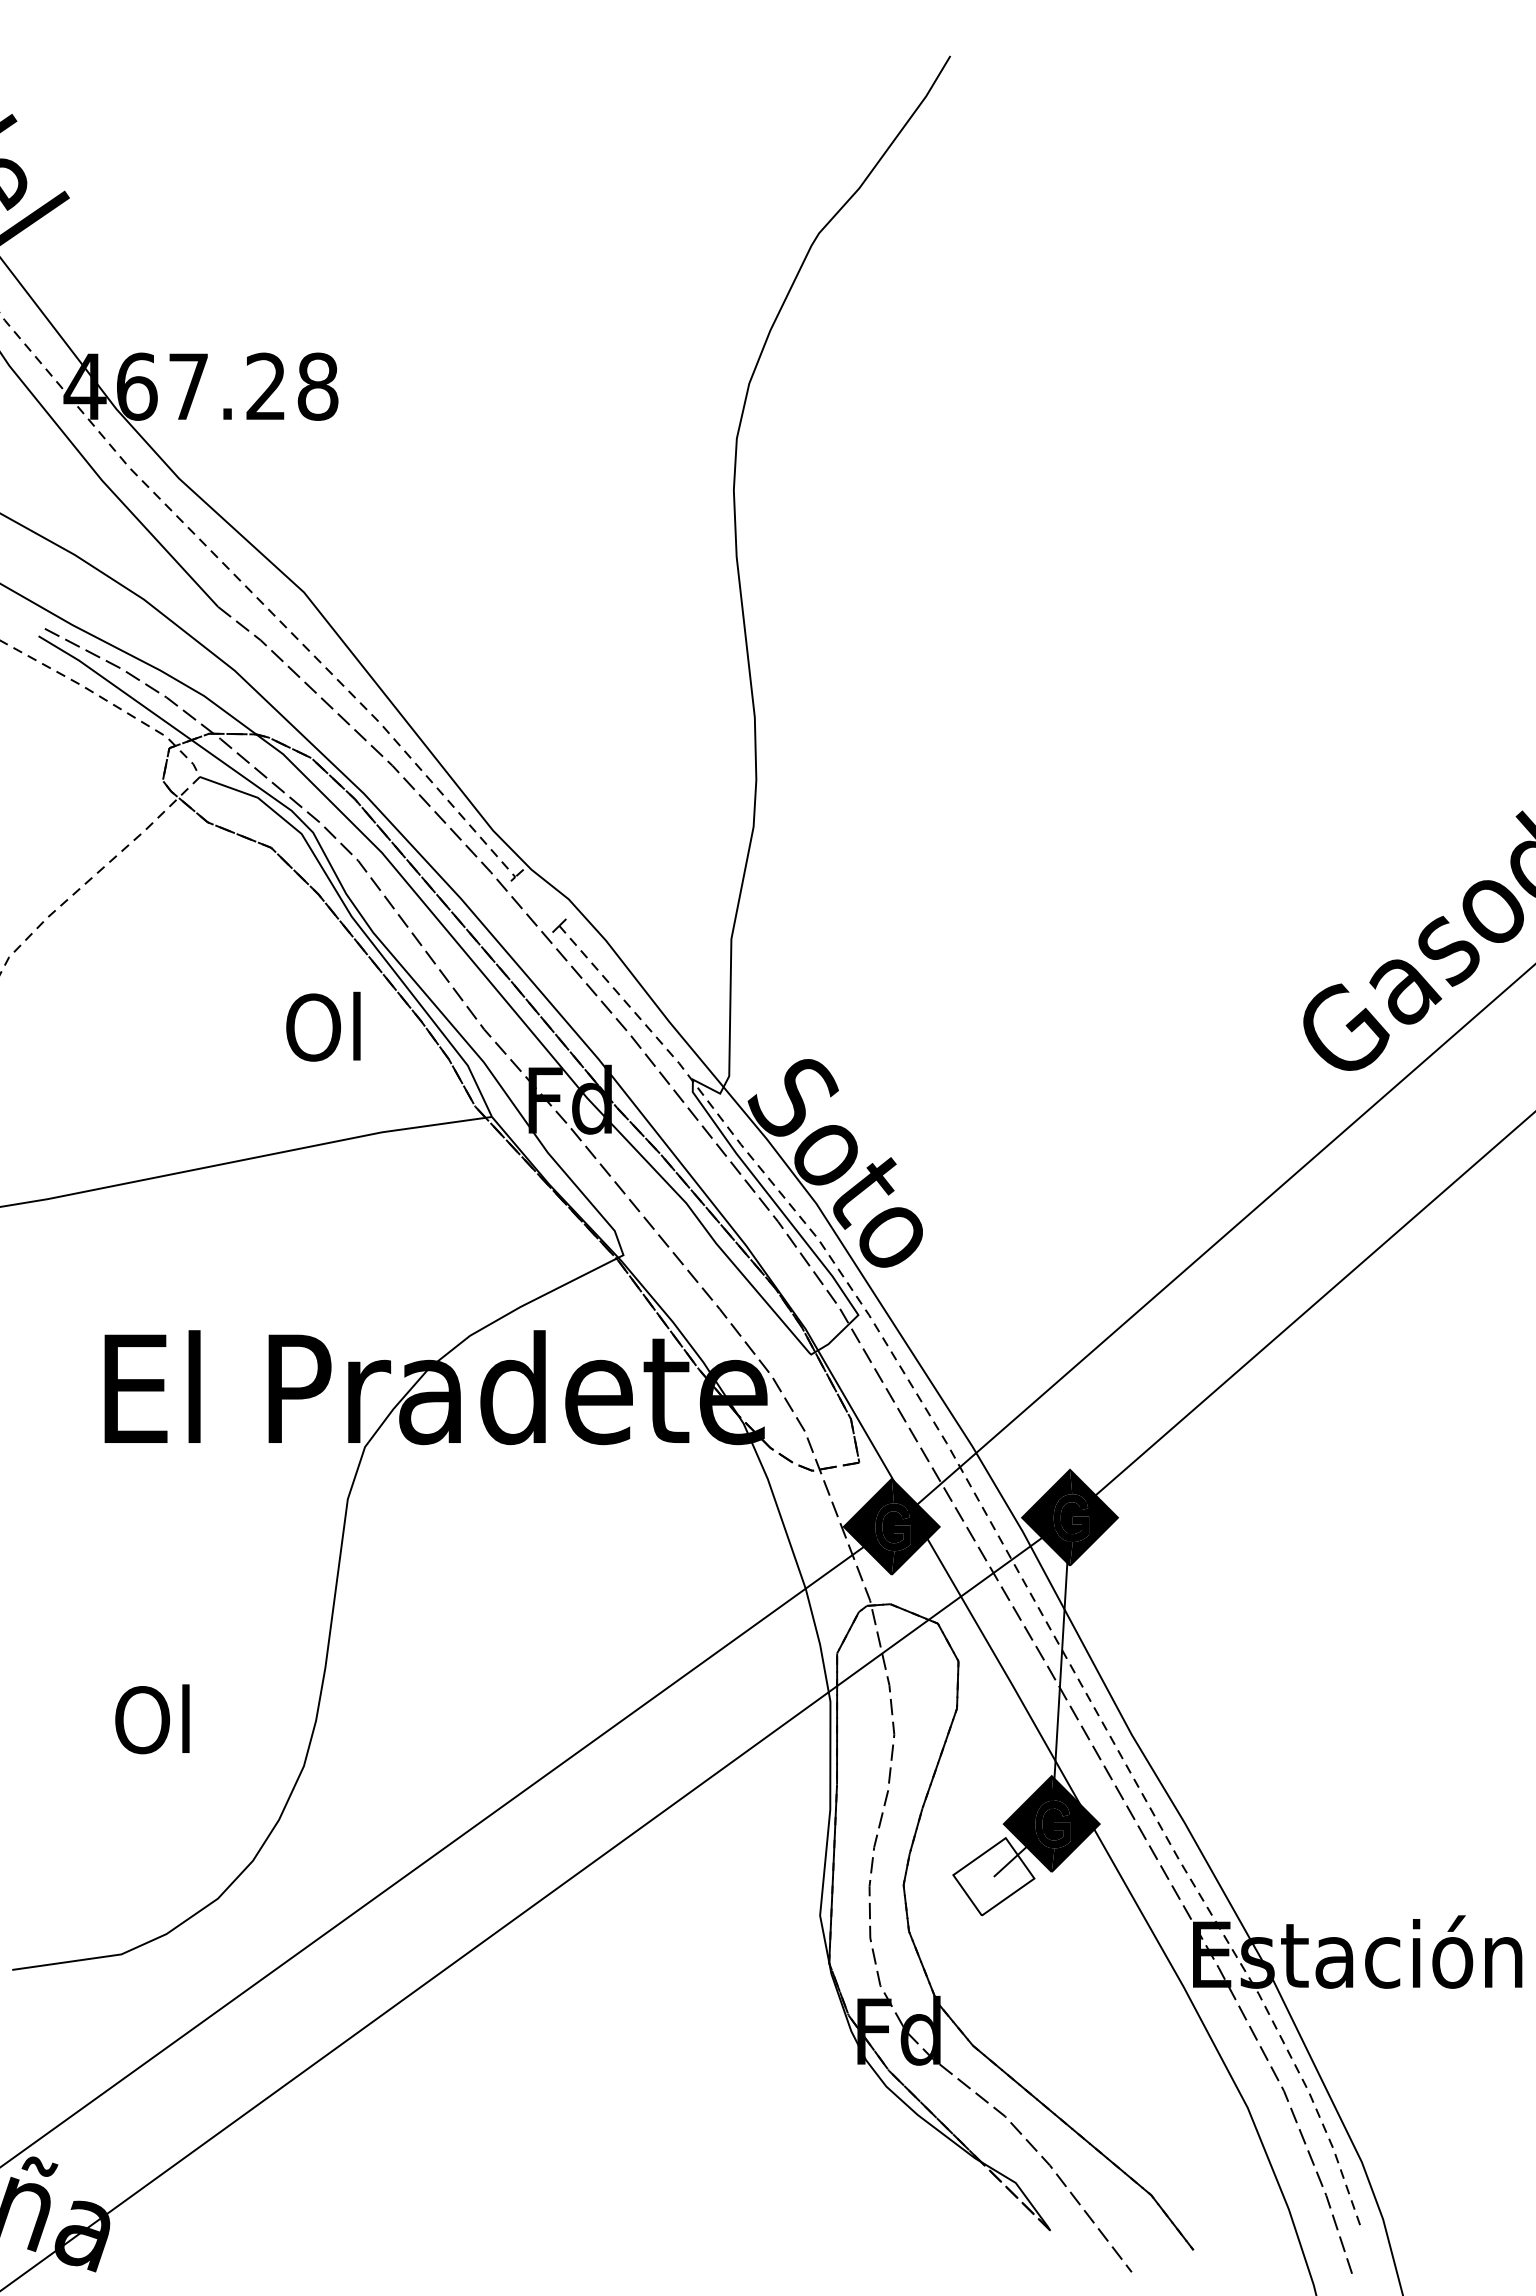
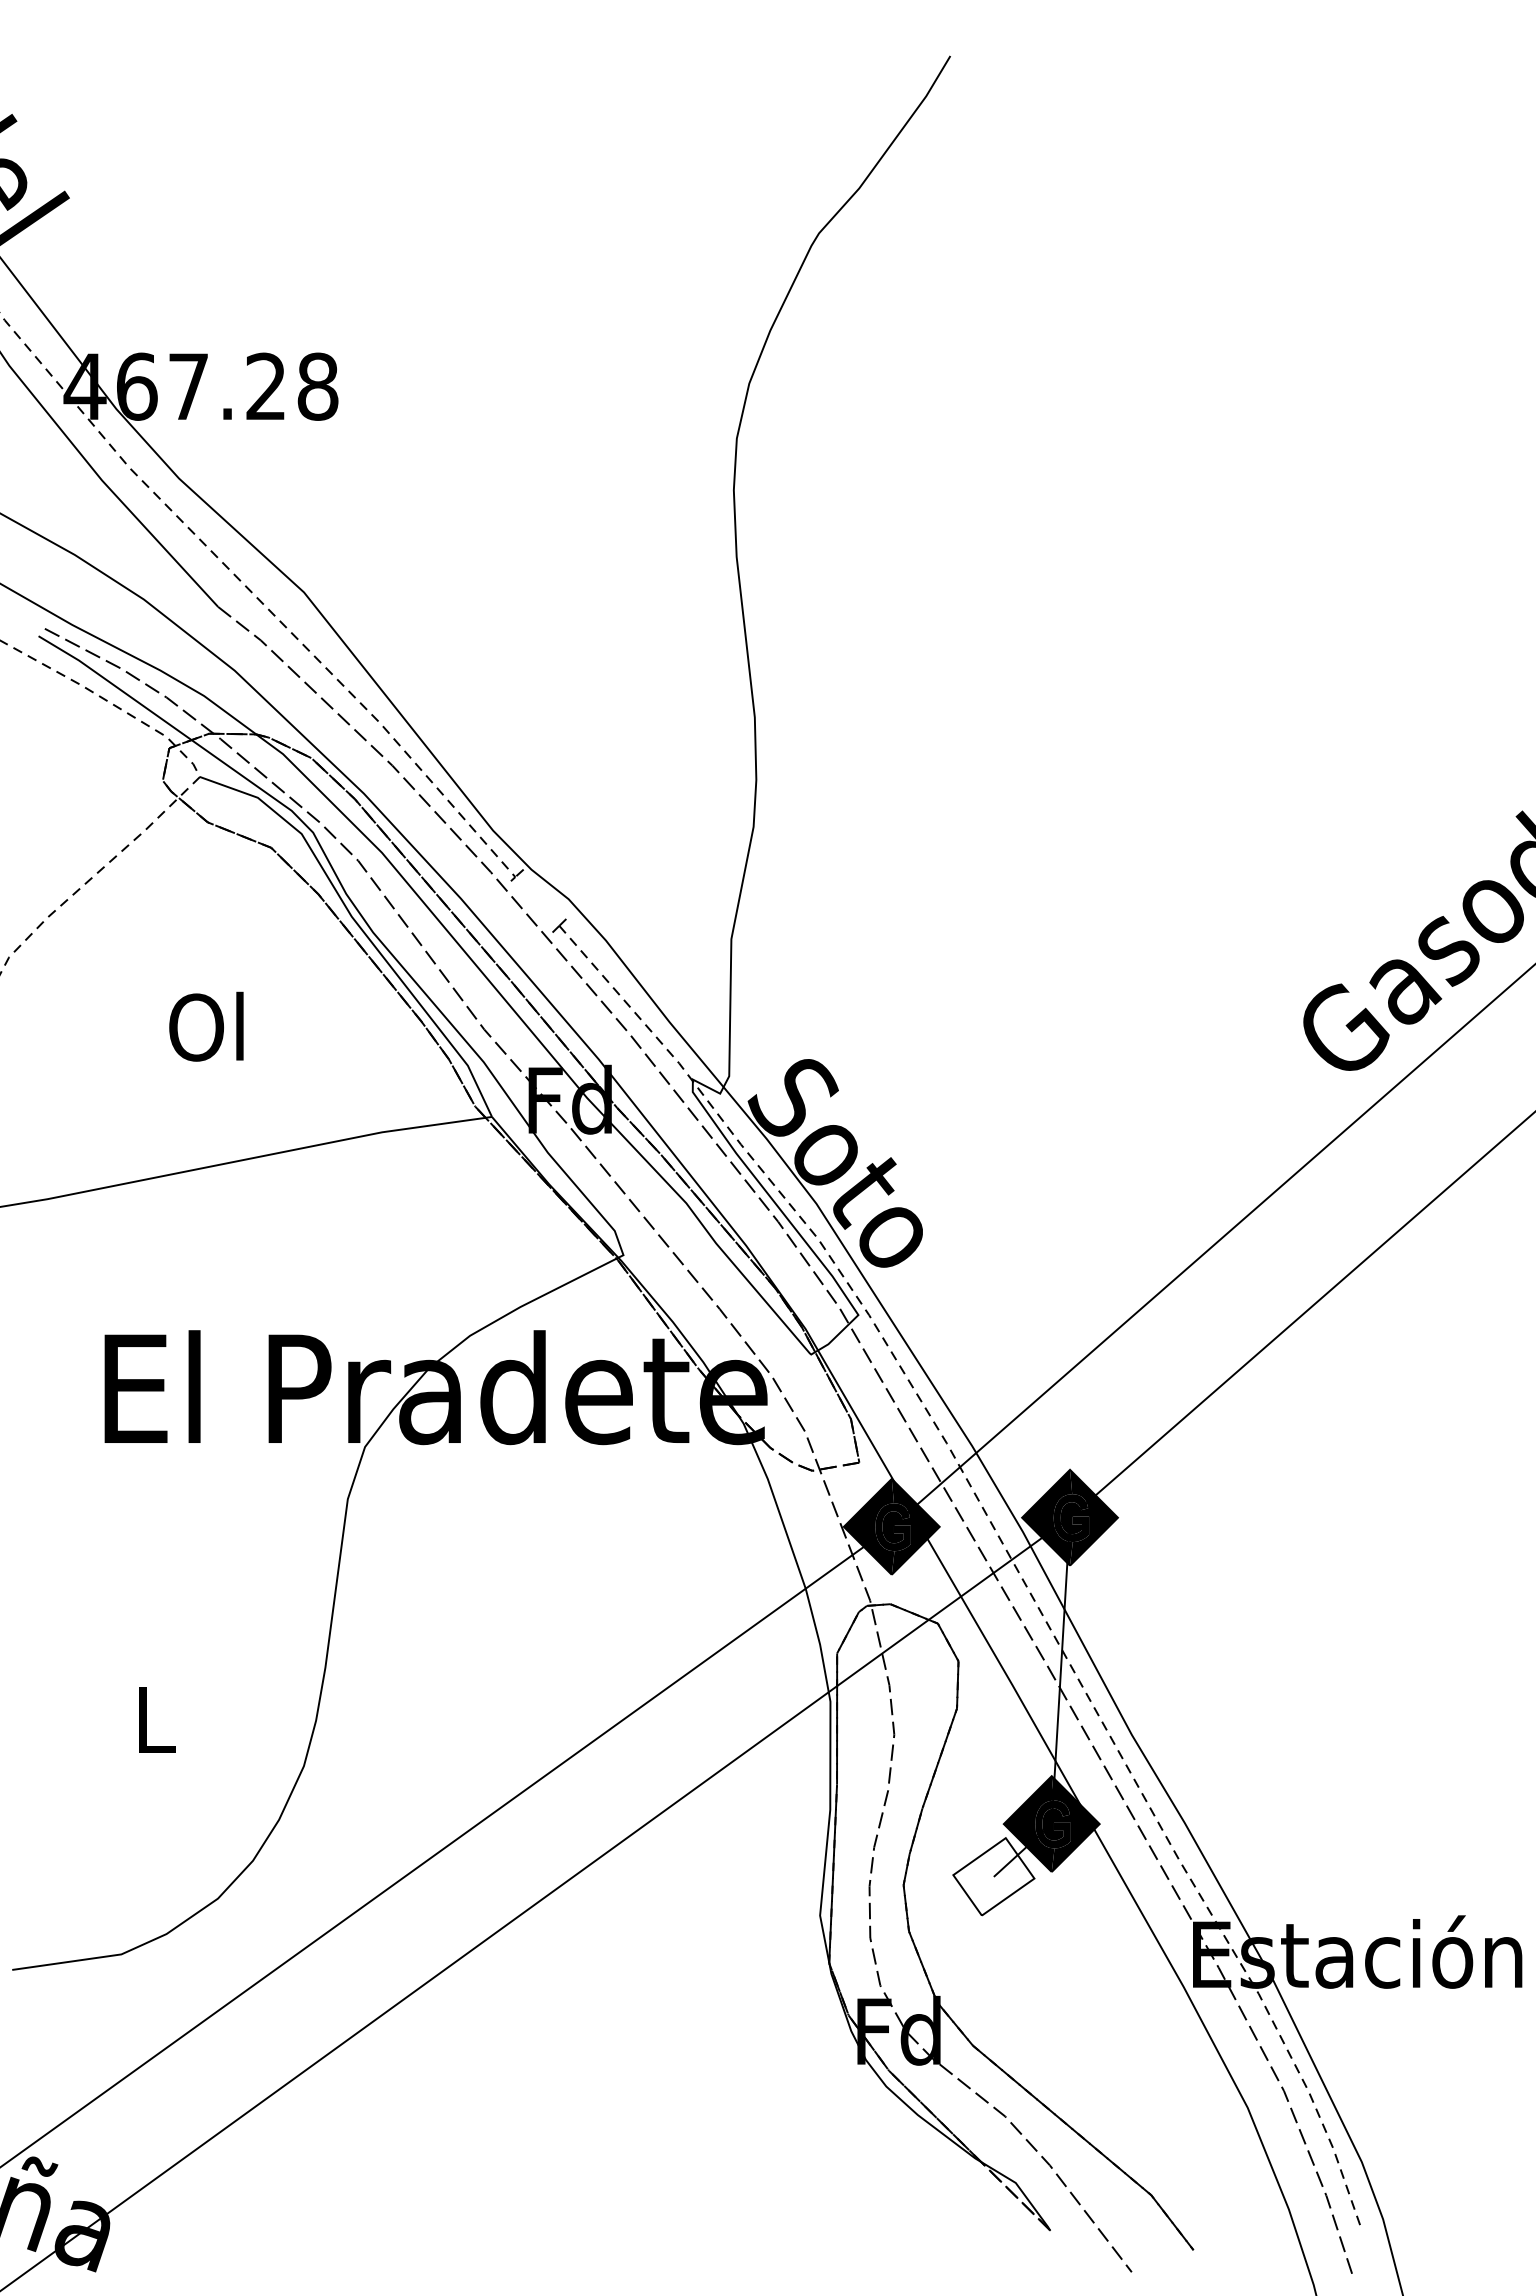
text at (323, 1026) position: (323, 1026) -> (206, 1026)
text at (152, 1719): Ol -> L
